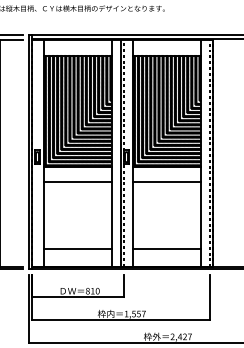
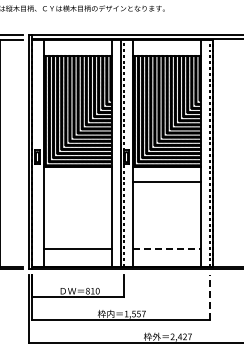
line at (77, 181): present -> none
line at (167, 249): solid -> dashed
line at (209, 297): solid -> dashed
